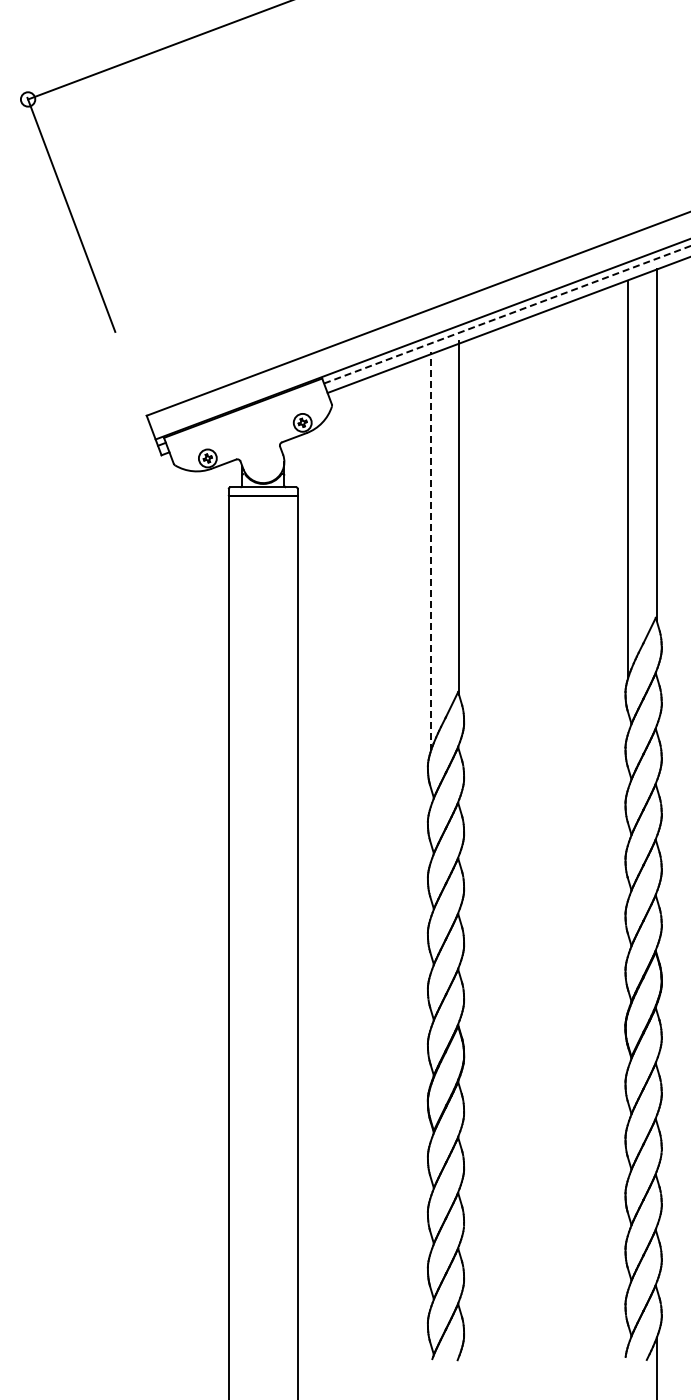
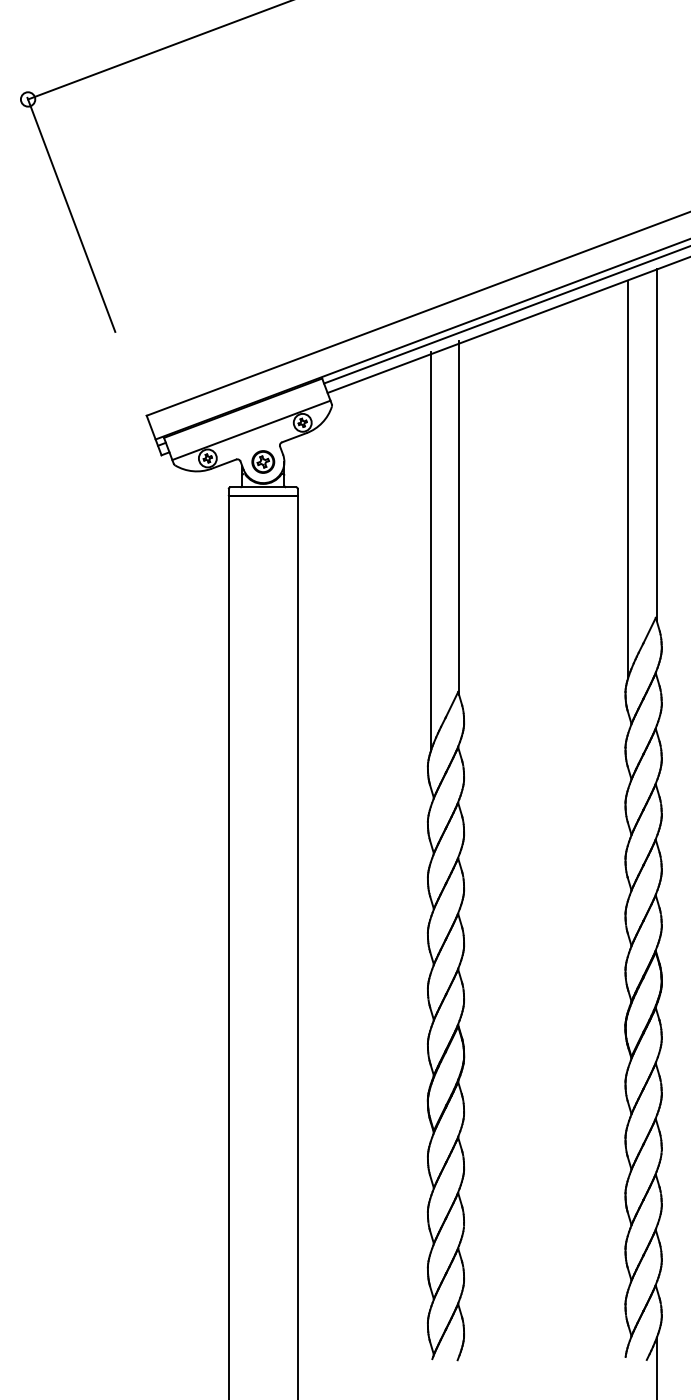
line at (507, 314): dashed -> solid
line at (251, 430): none -> present
part at (263, 461): none -> present
line at (430, 551): dashed -> solid
